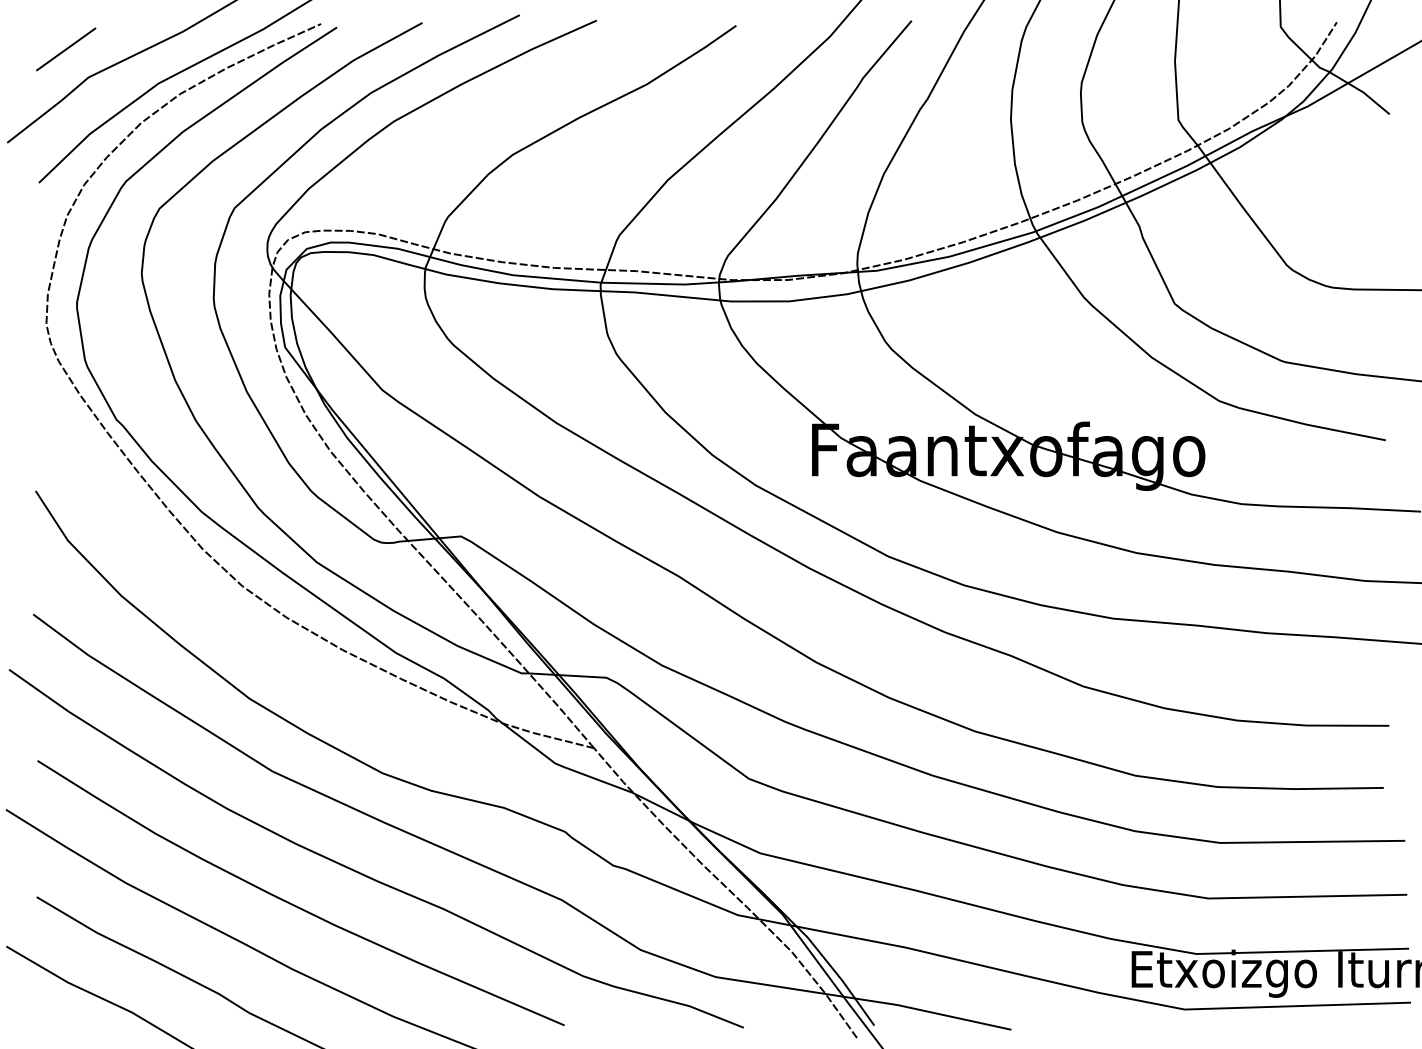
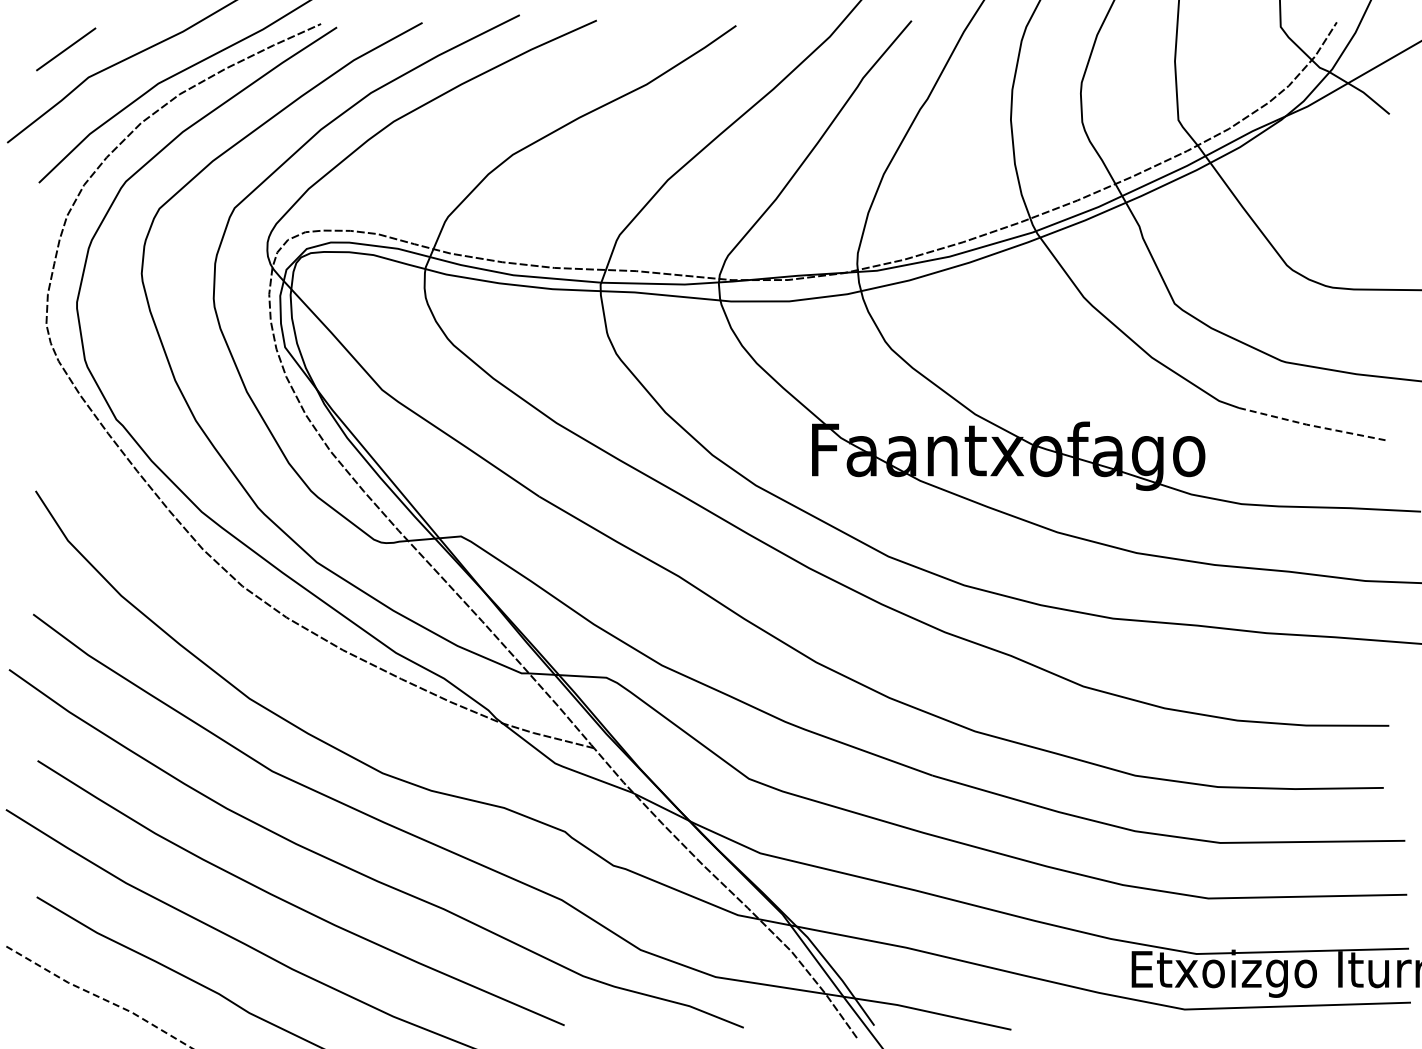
line at (1311, 425): solid -> dashed
line at (100, 997): solid -> dashed
